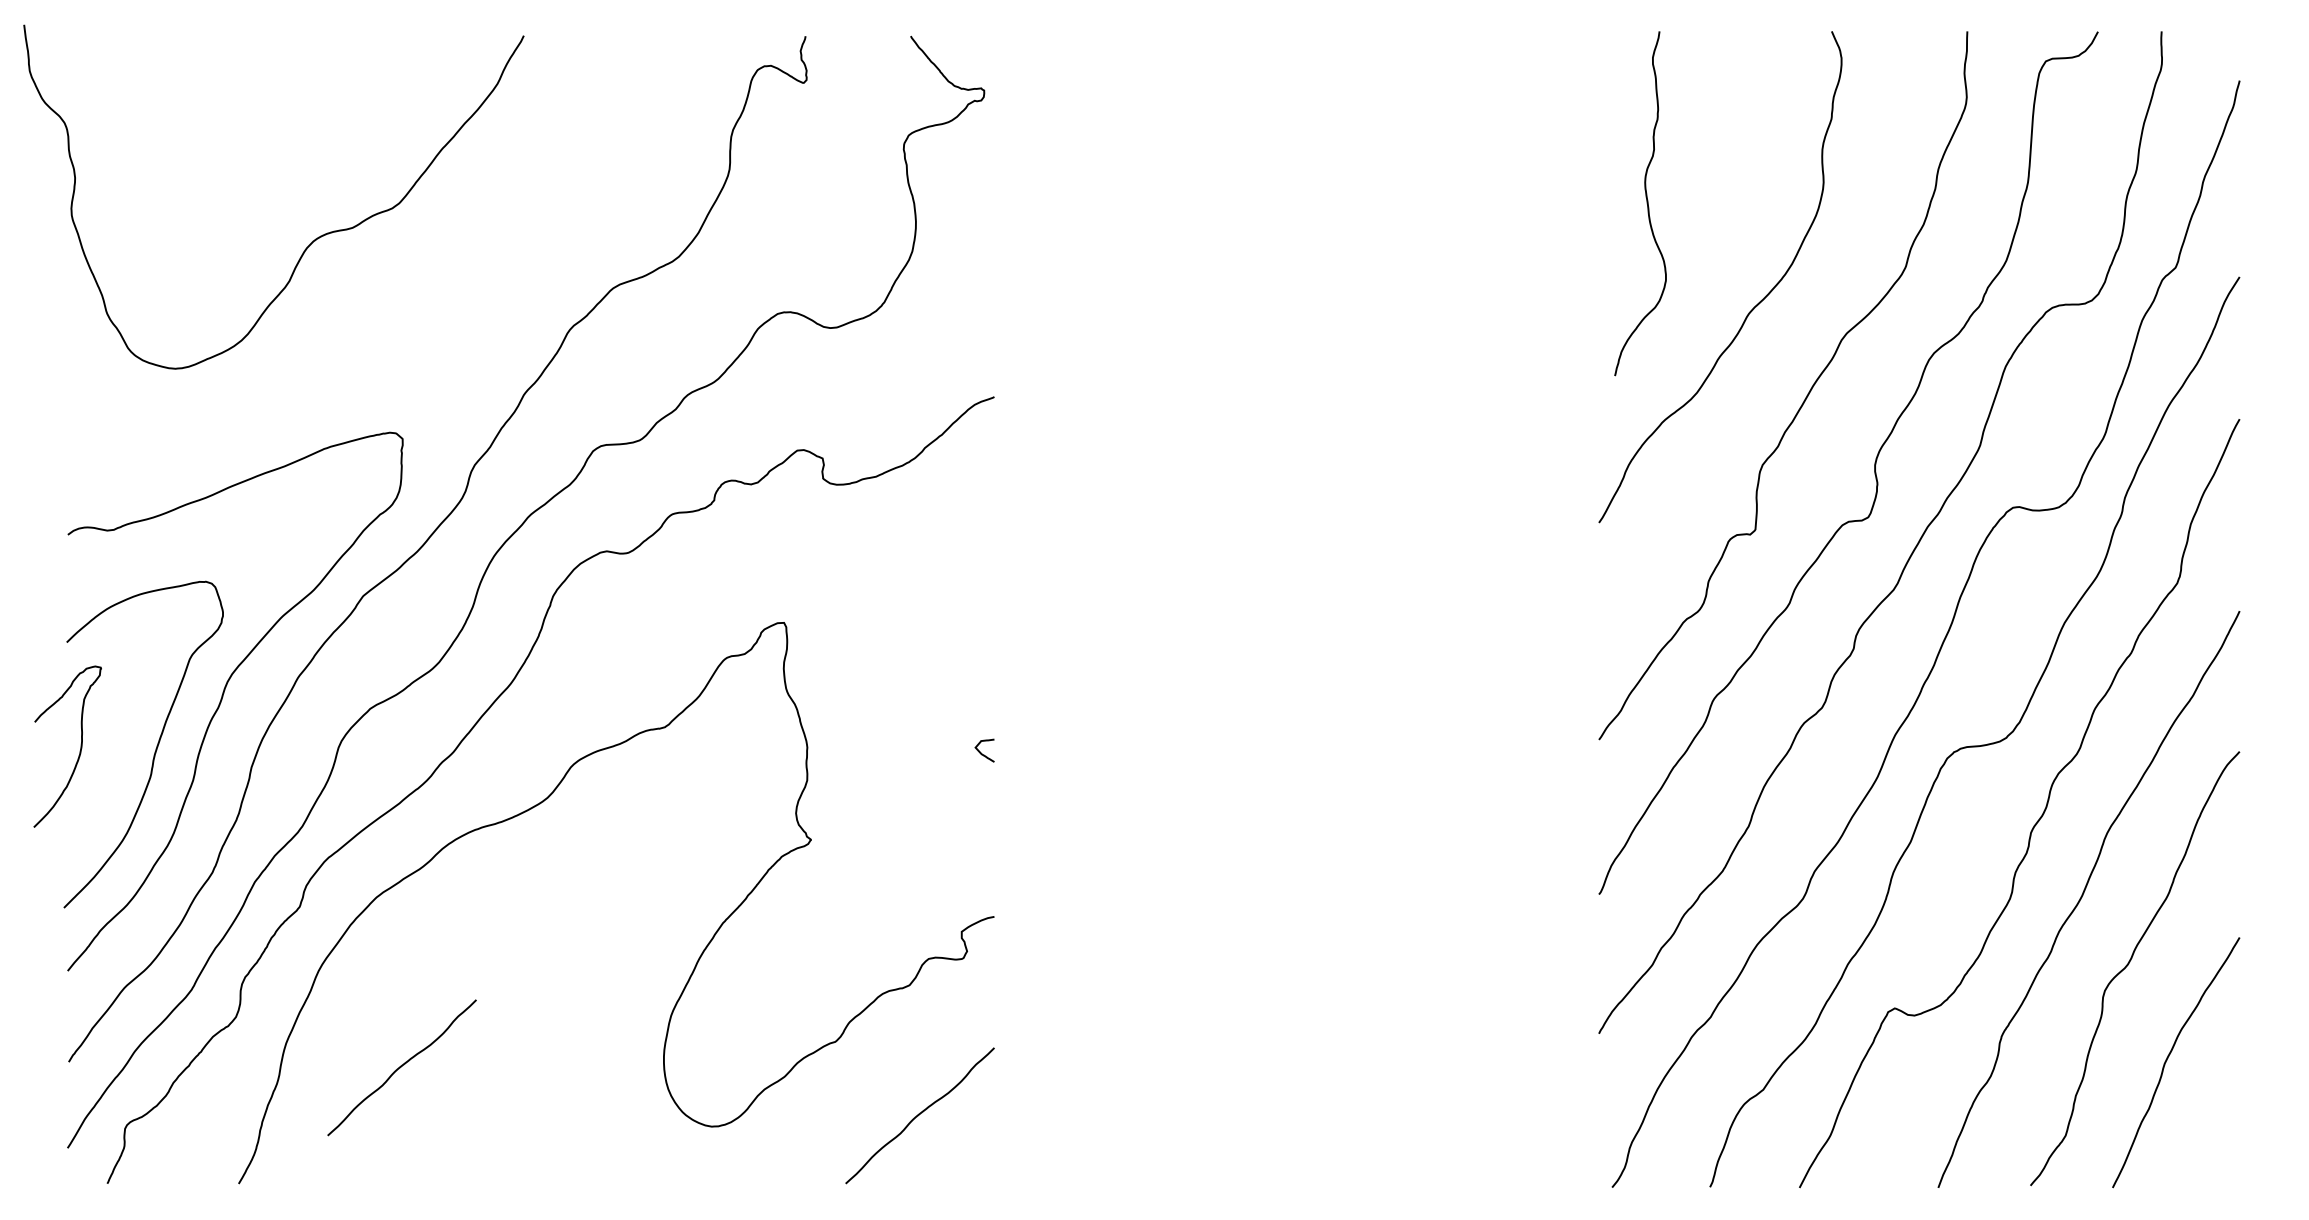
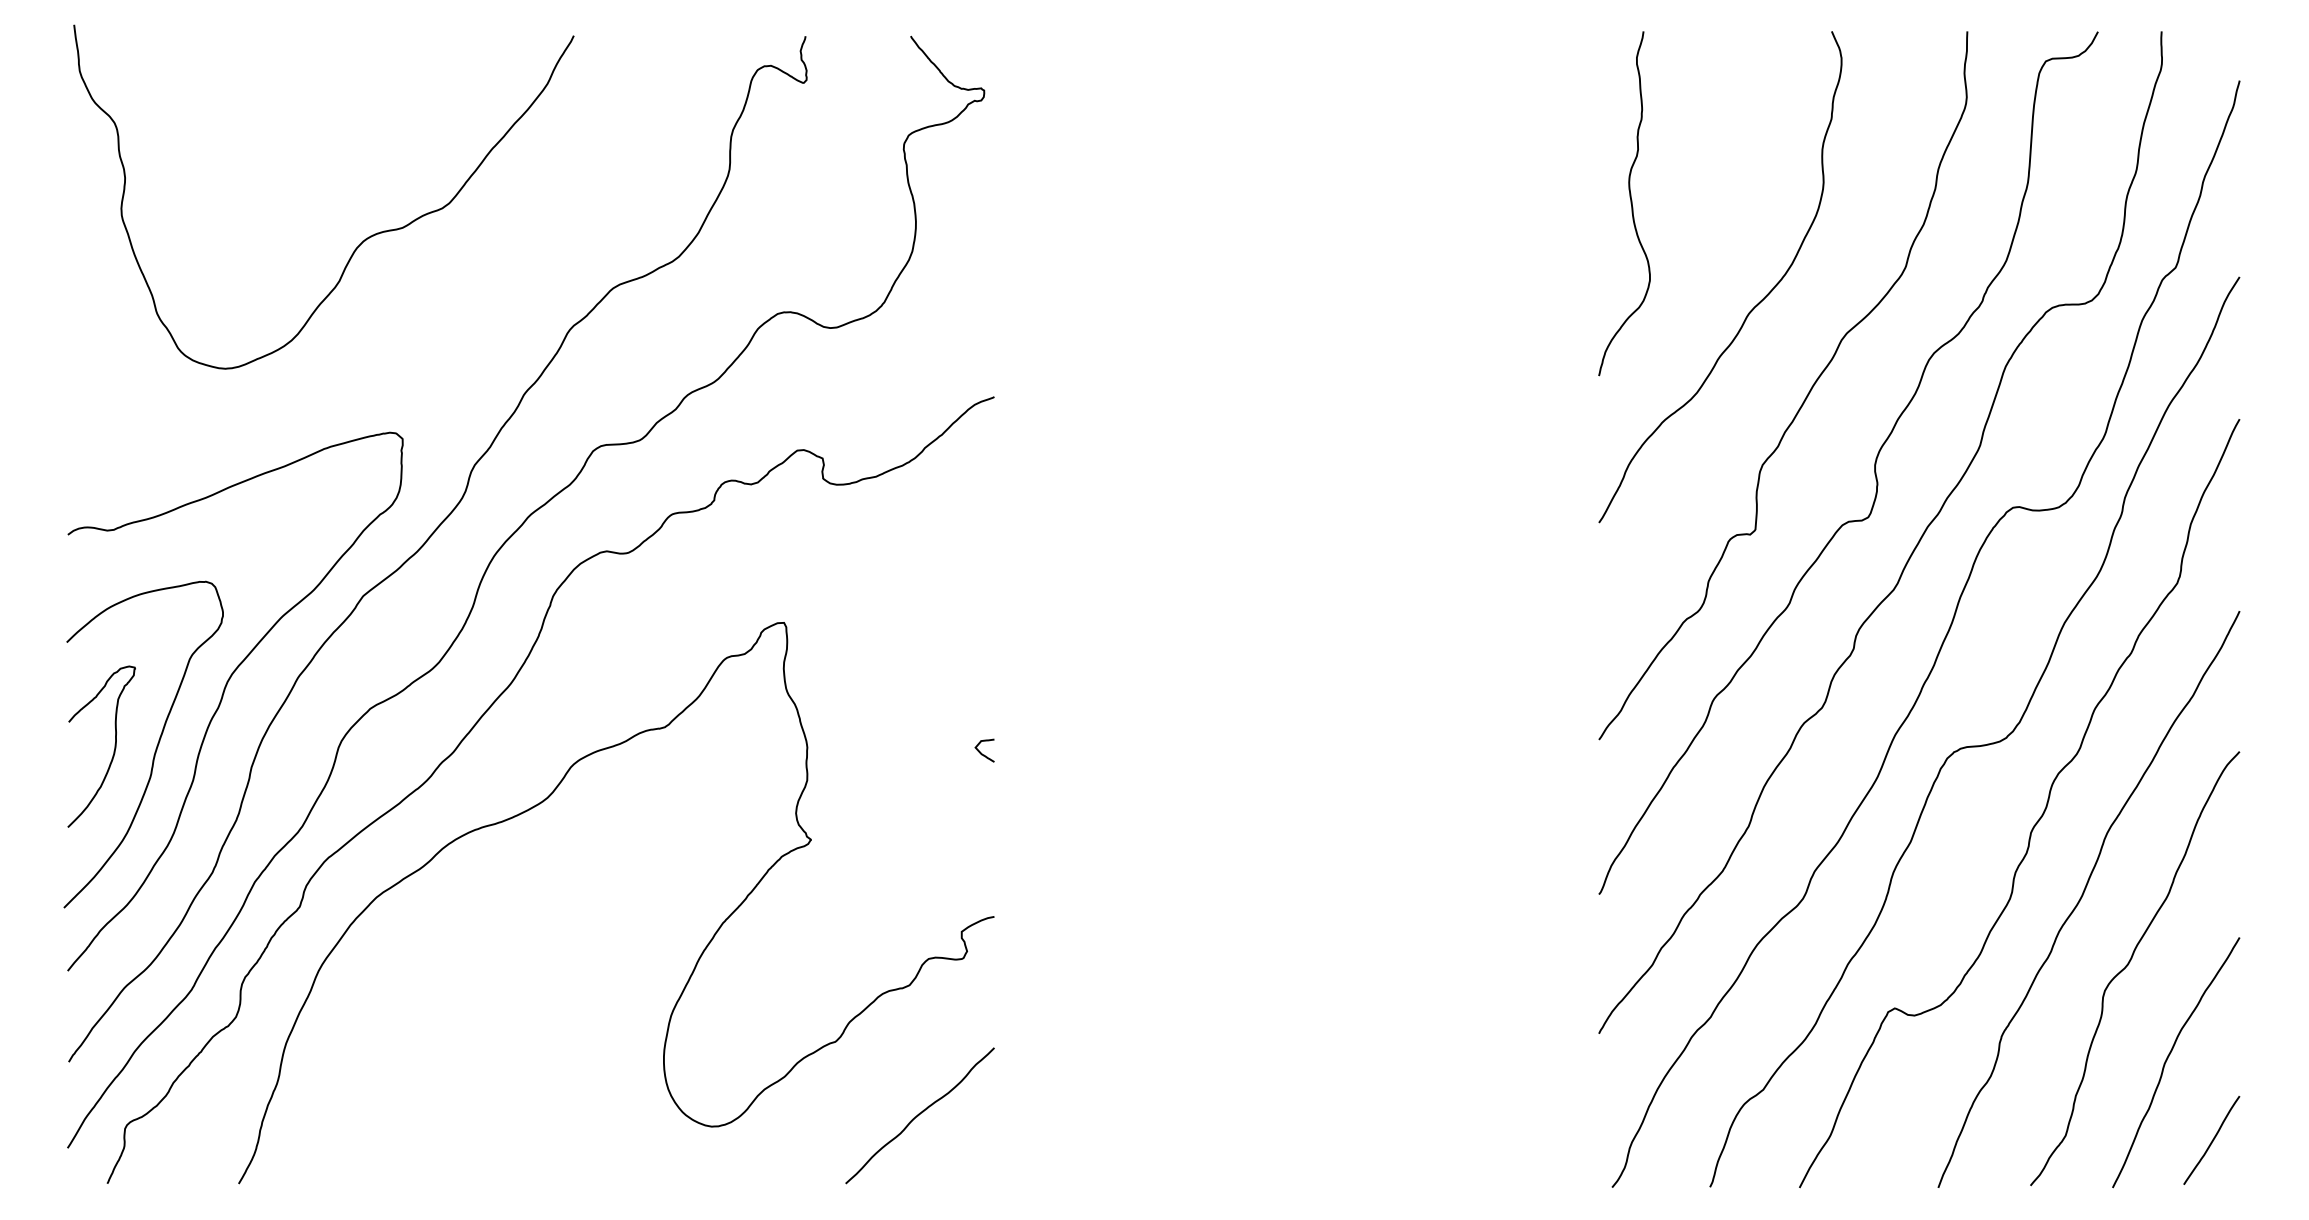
curve at (1646, 203) position: (1646, 203) -> (1630, 203)
curve at (315, 238) position: (315, 238) -> (365, 238)
curve at (80, 746) position: (80, 746) -> (114, 746)
curve at (401, 1067): present -> none
curve at (2211, 1140): none -> present
